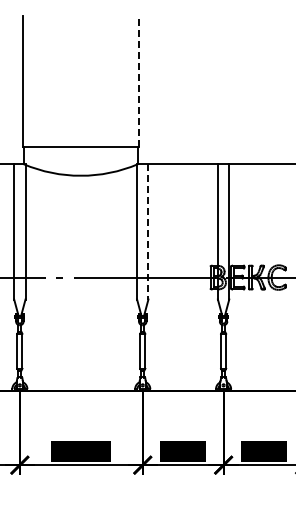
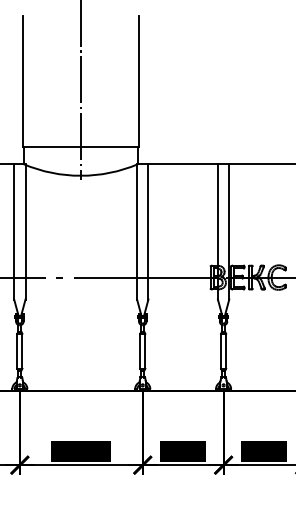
line at (138, 81): dashed -> solid
line at (80, 91): none -> present
line at (148, 231): dashed -> solid
